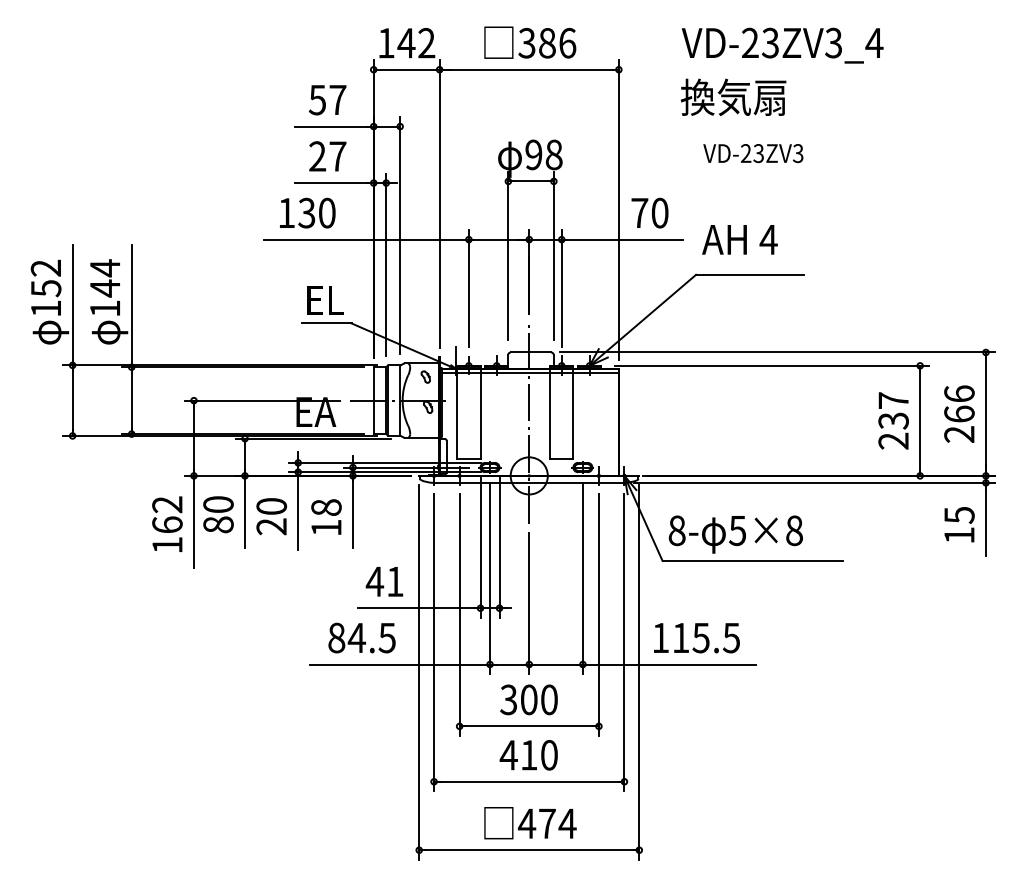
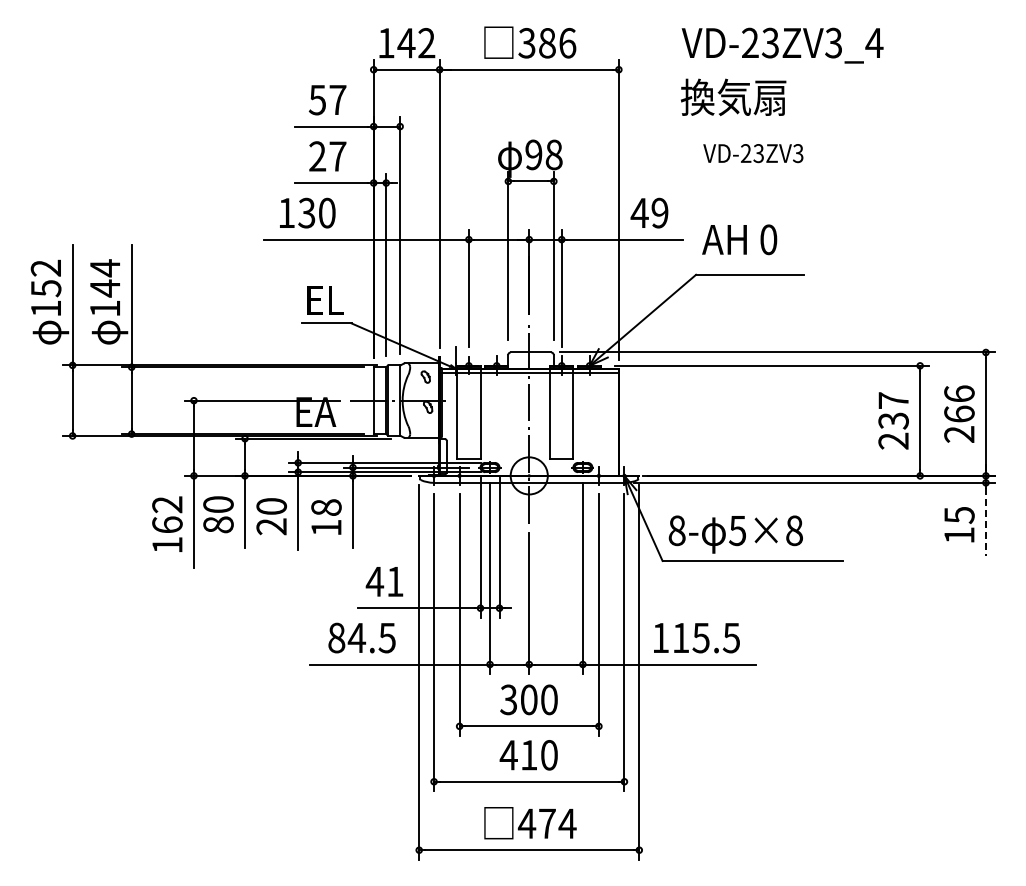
text at (649, 212): 70 -> 49
text at (768, 239): 4 -> 0
line at (985, 522): solid -> dashed
